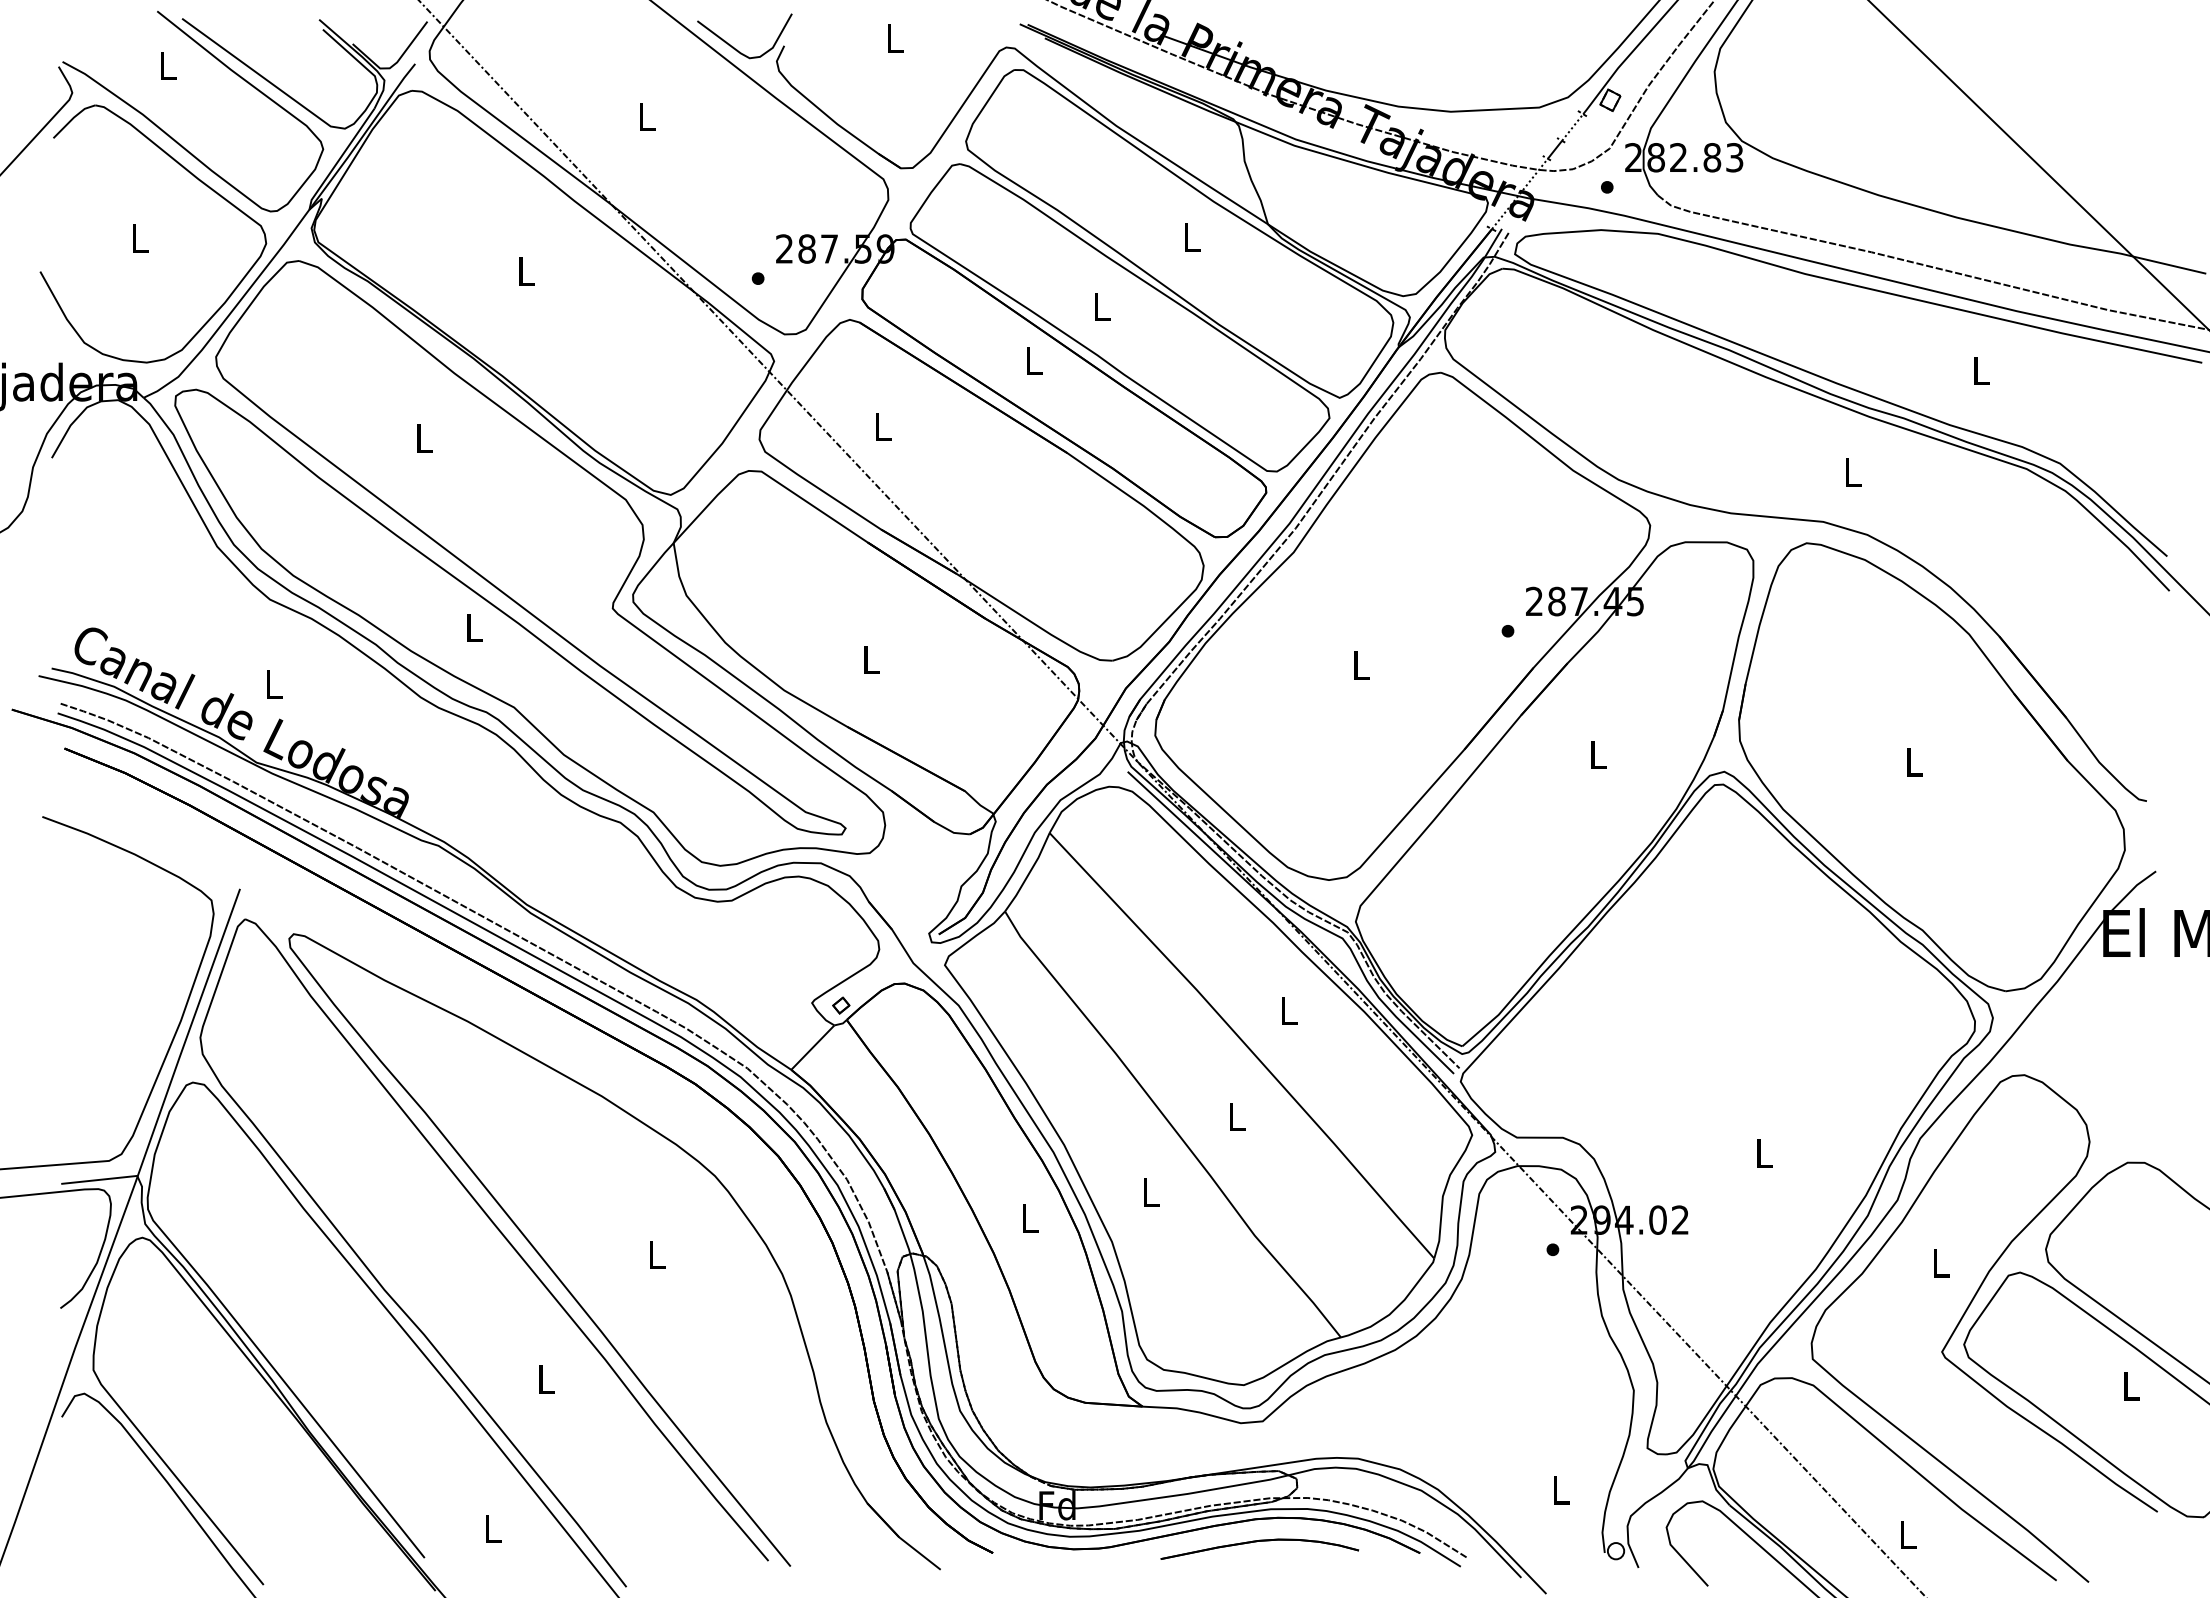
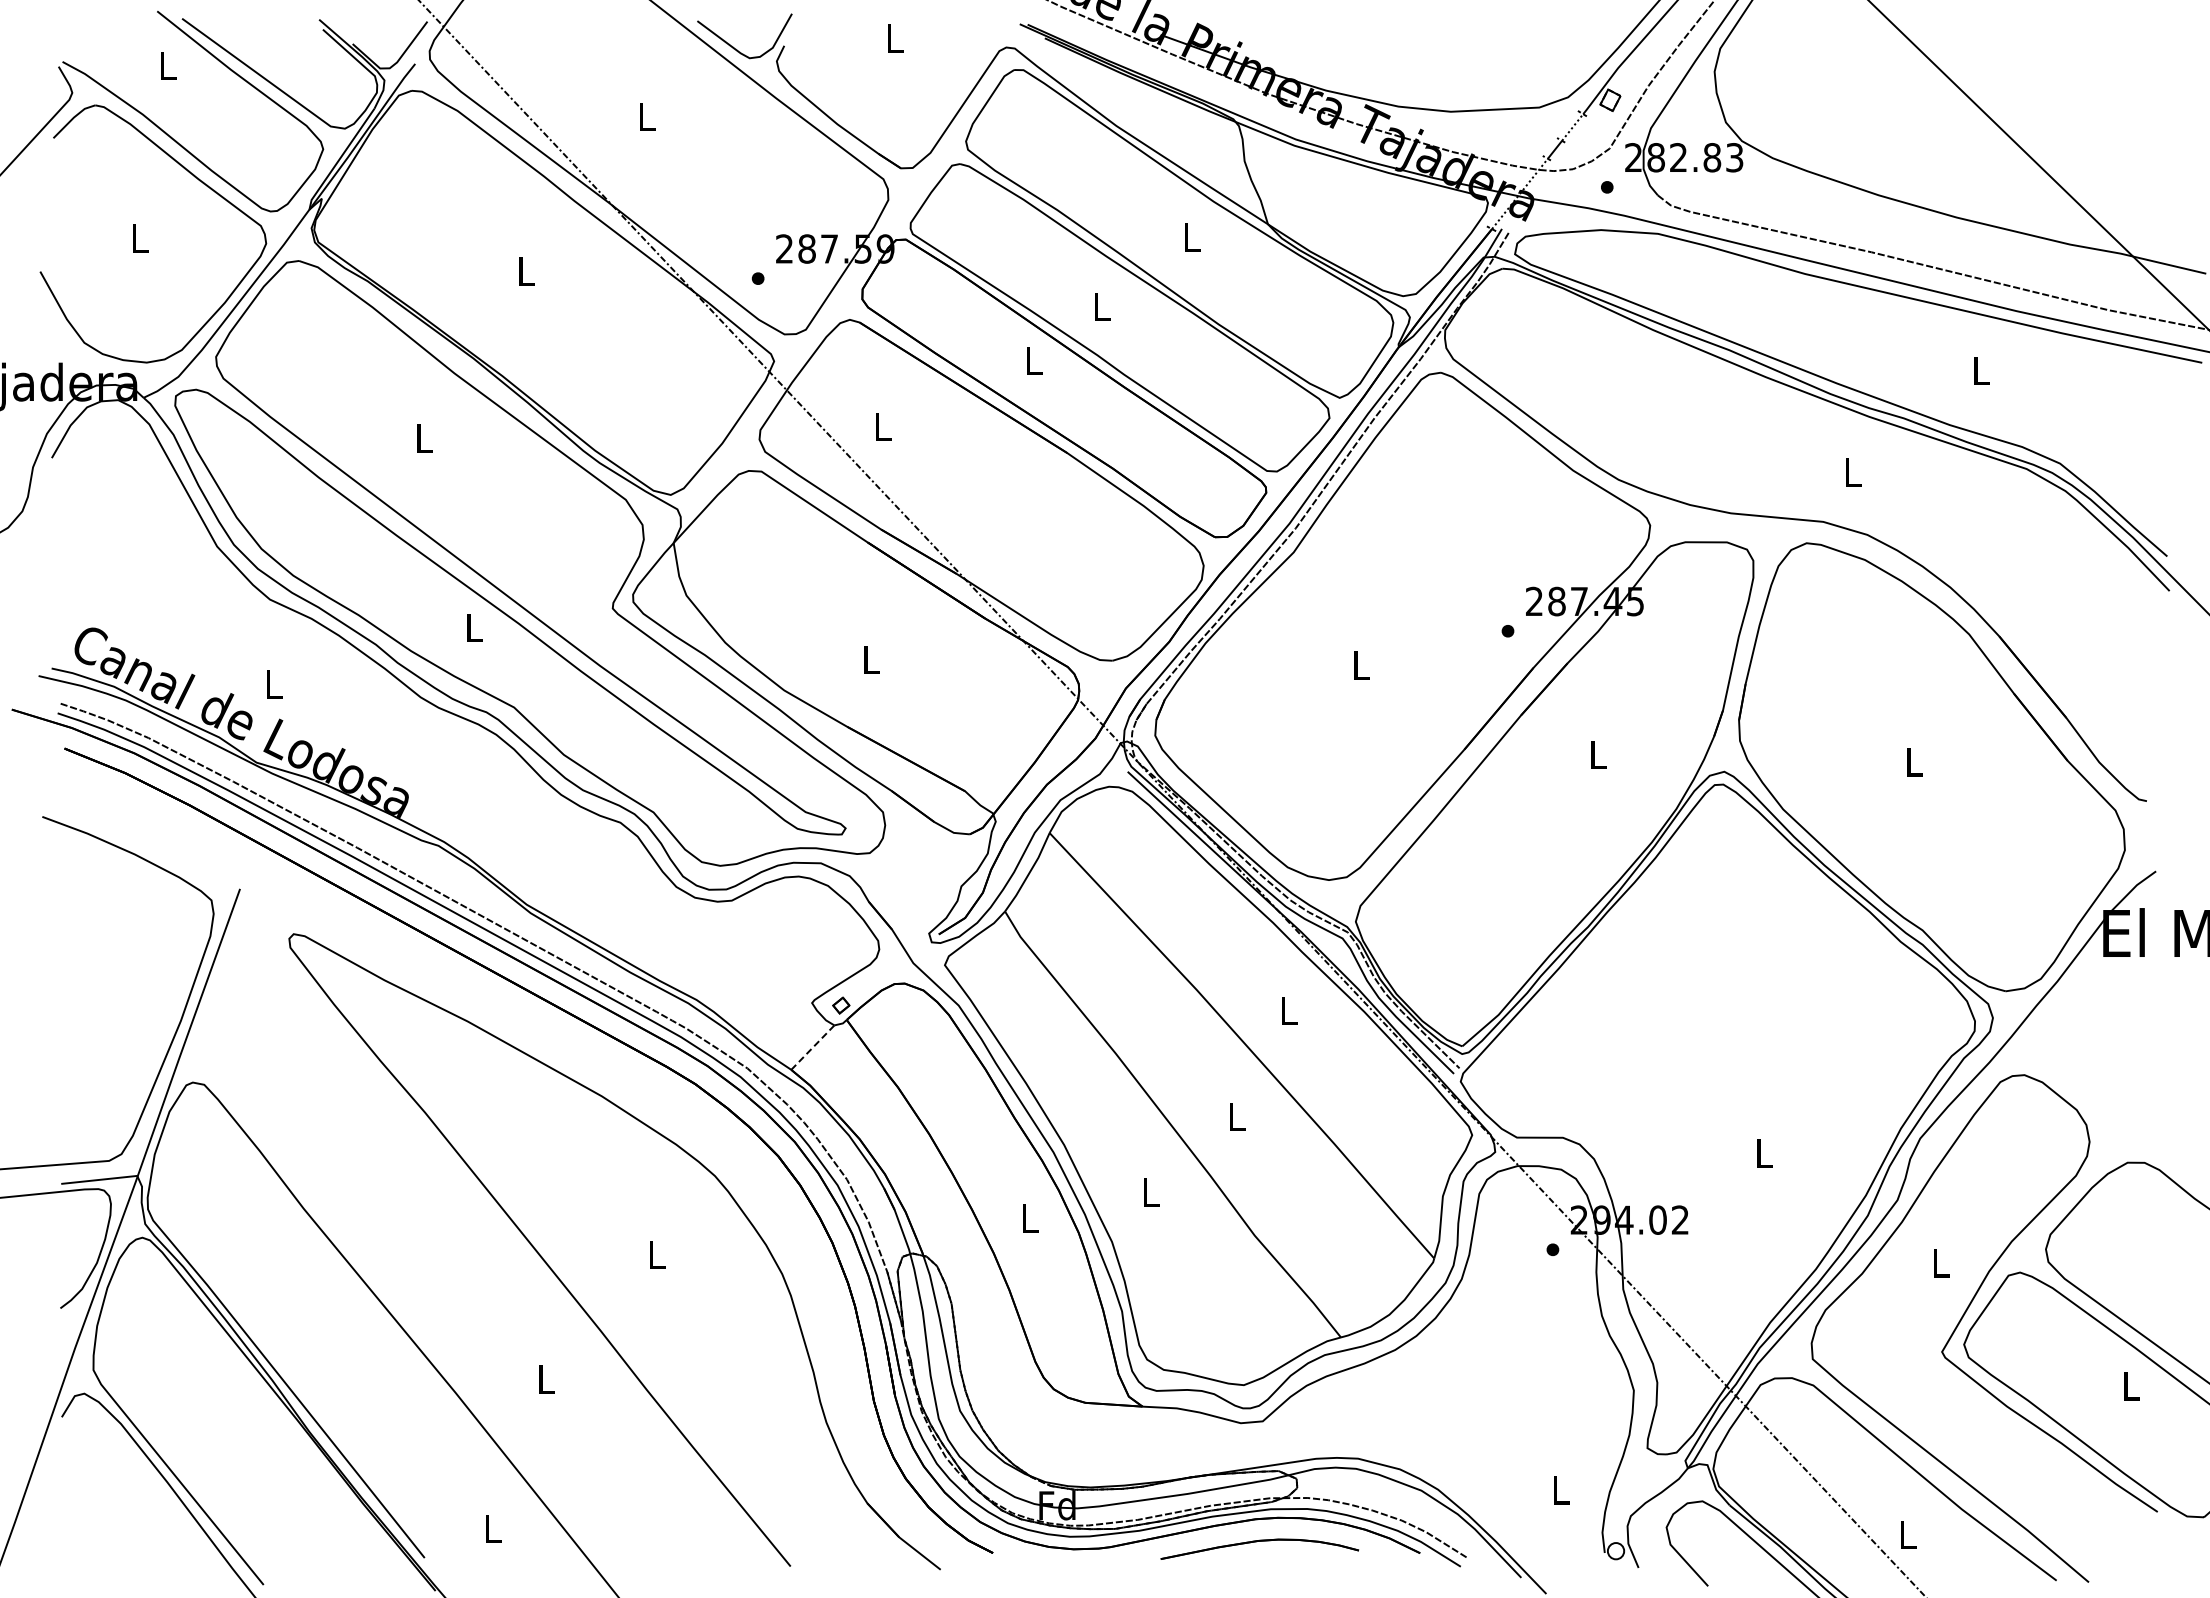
line at (812, 1047): solid -> dashed
part at (503, 1237): present -> none
